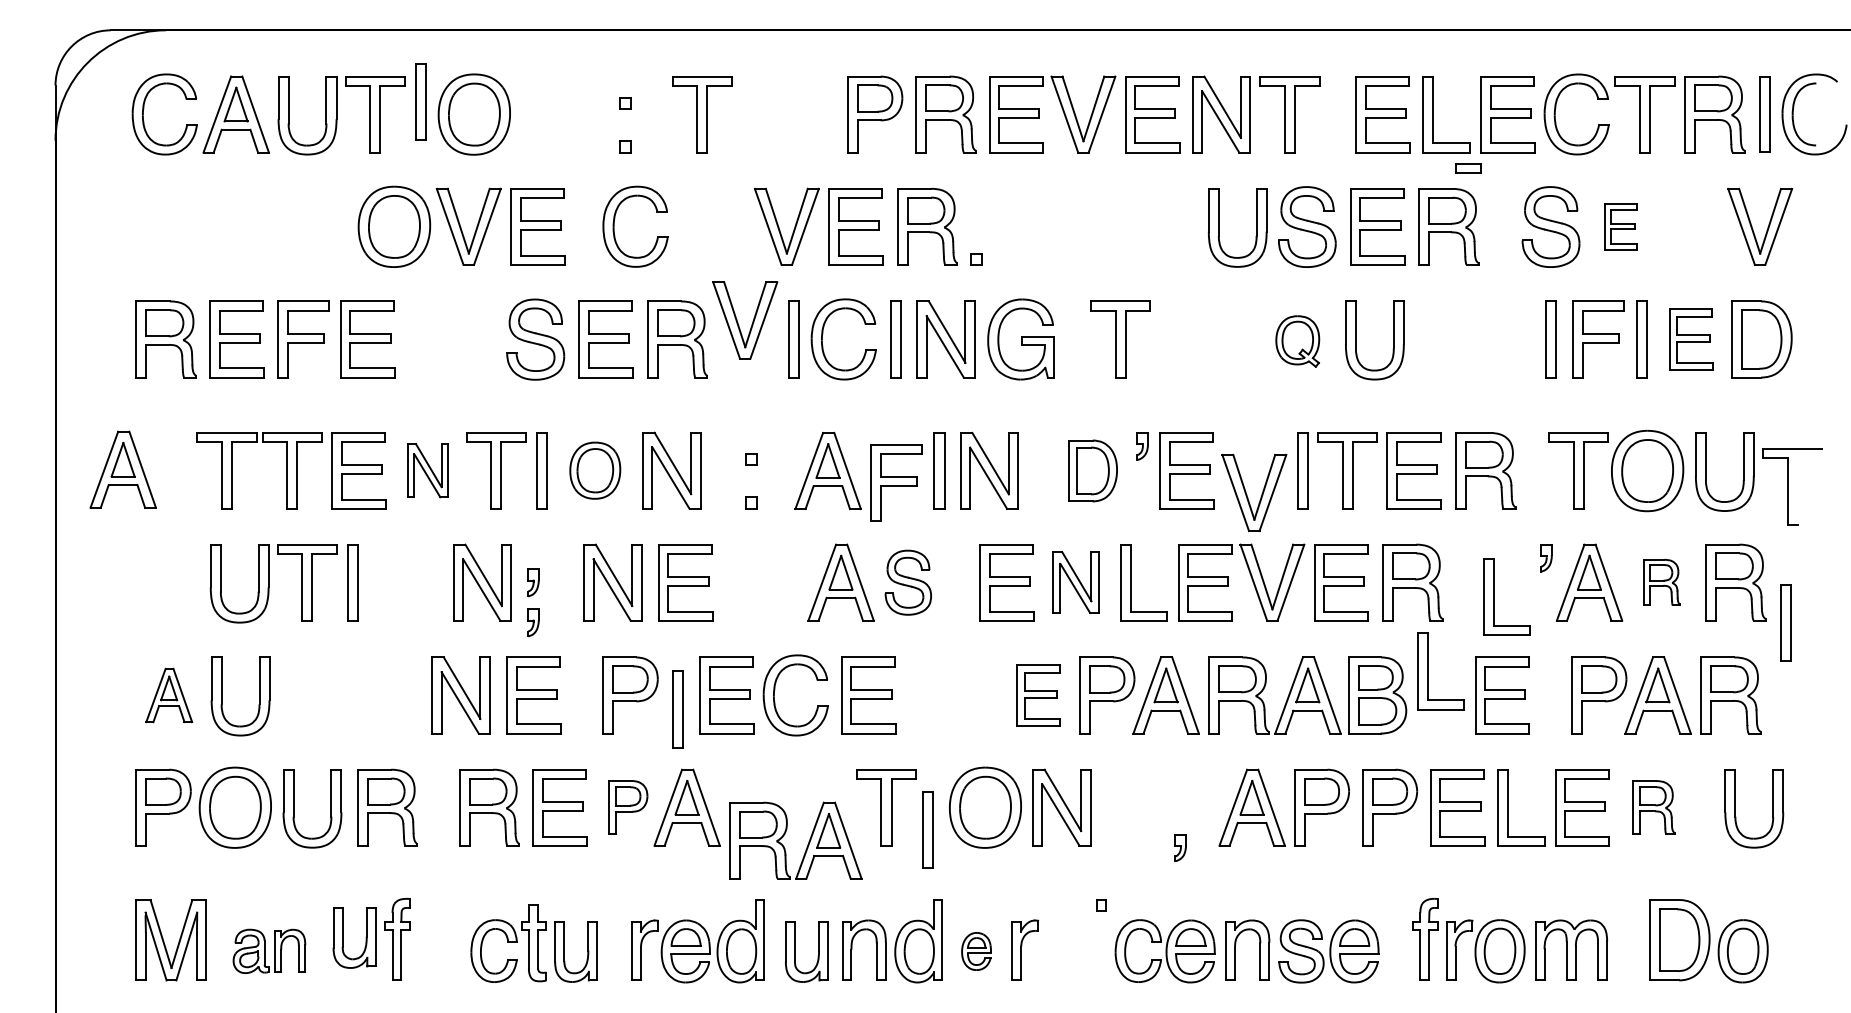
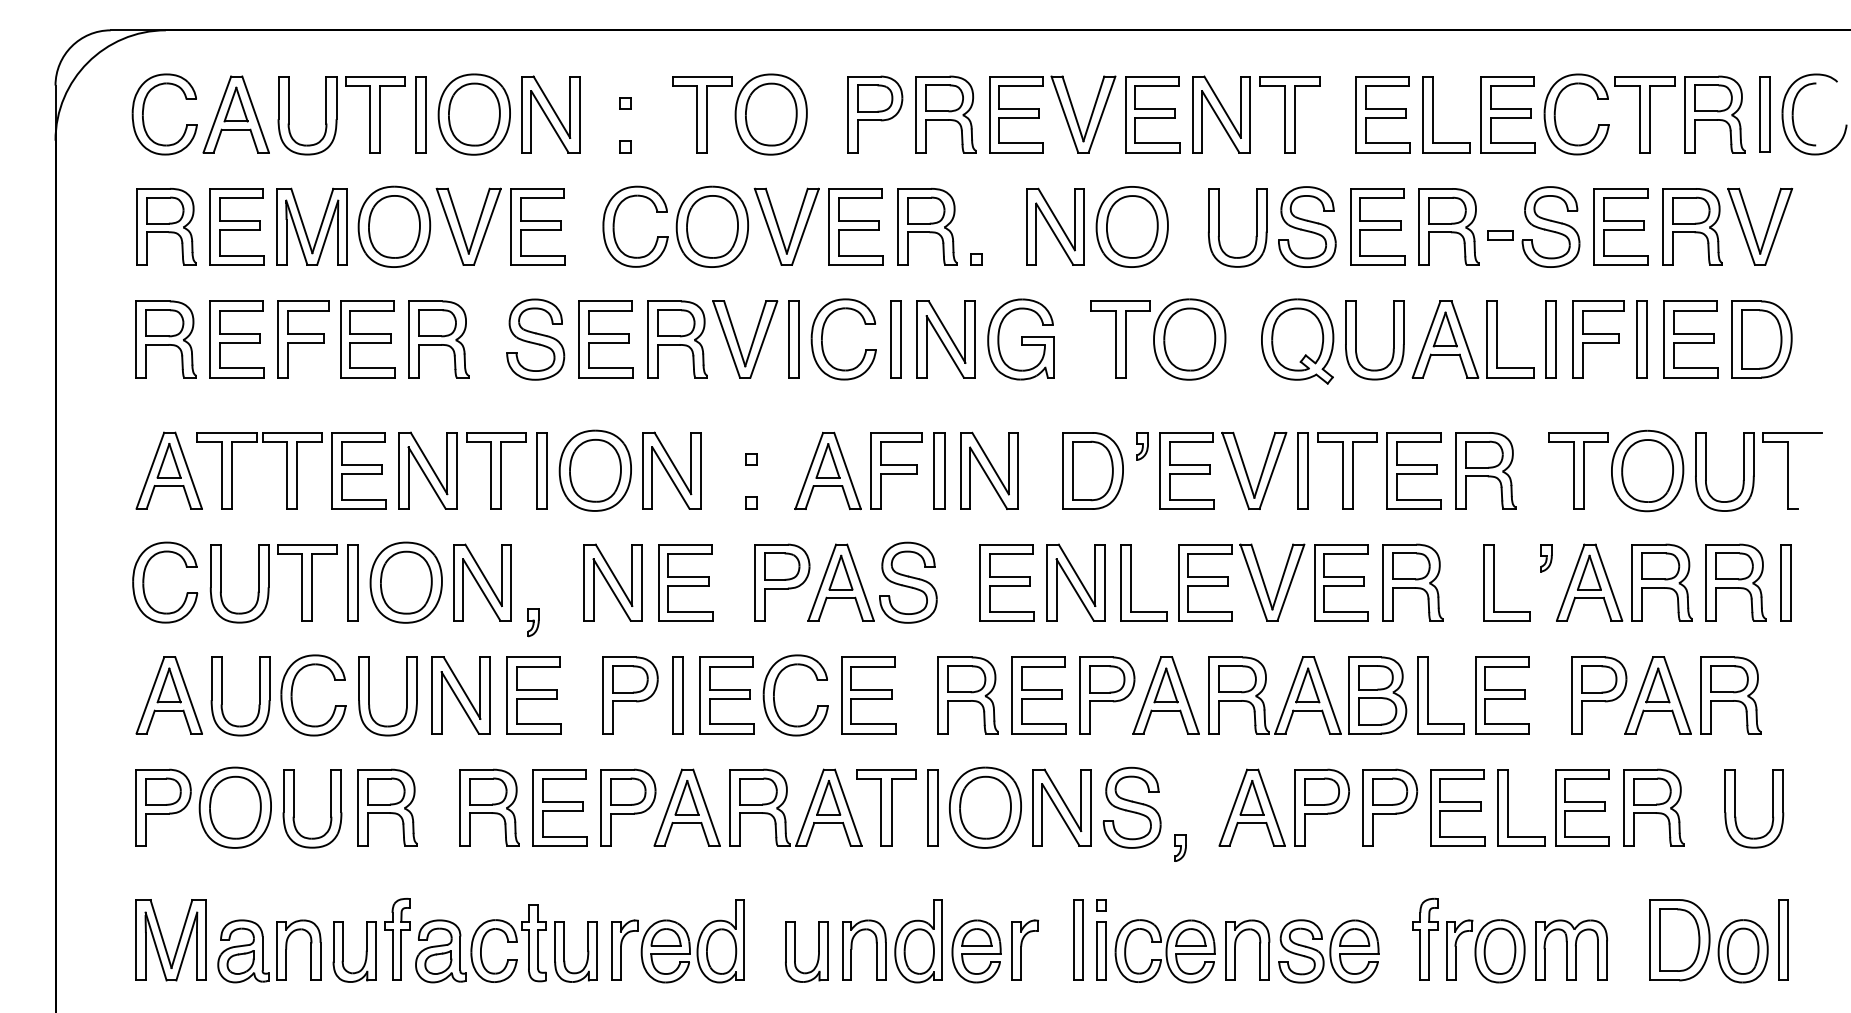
part at (420, 101) position: (420, 101) -> (420, 114)
part at (550, 114): none -> present
part at (770, 114): none -> present
part at (1468, 168) position: (1468, 168) -> (1500, 235)
part at (166, 226): none -> present
part at (236, 226): none -> present
part at (711, 226): none -> present
part at (1055, 226): none -> present
part at (1131, 226): none -> present
part at (1620, 226) size: 34x48 px -> 56x78 px
part at (1692, 226): none -> present
part at (305, 228): none -> present
part at (752, 321) position: (752, 321) -> (752, 340)
part at (438, 339): none -> present
part at (1189, 339): none -> present
part at (1691, 339) size: 45x63 px -> 56x79 px
part at (1466, 340): none -> present
part at (1297, 341) size: 46x53 px -> 74x87 px
part at (122, 469) position: (122, 469) -> (168, 470)
part at (427, 470) size: 42x56 px -> 60x79 px
part at (595, 470) size: 53x59 px -> 74x83 px
part at (1092, 470) size: 50x64 px -> 62x78 px
part at (896, 482) position: (896, 482) -> (896, 470)
part at (1792, 486) position: (1792, 486) -> (1792, 470)
part at (1261, 493) position: (1261, 493) -> (1261, 471)
part at (1661, 581) size: 38x48 px -> 62x79 px
part at (144, 582): none -> present
part at (405, 582): none -> present
part at (533, 582): present -> none
part at (782, 582): none -> present
part at (907, 582) size: 48x67 px -> 59x83 px
part at (1075, 582) size: 48x63 px -> 60x79 px
part at (1494, 596) position: (1494, 596) -> (1494, 582)
part at (1785, 622) position: (1785, 622) -> (1785, 582)
part at (1428, 671) position: (1428, 671) -> (1428, 695)
part at (169, 695) size: 49x57 px -> 68x79 px
part at (292, 695): none -> present
part at (967, 695): none -> present
part at (1038, 695) size: 45x63 px -> 56x79 px
part at (369, 696): none -> present
part at (677, 709) position: (677, 709) -> (677, 695)
part at (628, 807) size: 41x55 px -> 57x79 px
part at (1131, 807): none -> present
part at (1653, 807) size: 44x55 px -> 62x79 px
part at (927, 829) position: (927, 829) -> (932, 807)
part at (785, 834) position: (785, 834) -> (785, 801)
part at (343, 937) position: (343, 937) -> (343, 951)
part at (1078, 939): none -> present
part at (1783, 939): none -> present
part at (697, 941) position: (697, 941) -> (677, 941)
part at (269, 950) size: 75x46 px -> 105x65 px
part at (1101, 950): none -> present
part at (440, 951): none -> present
part at (976, 951) size: 31x39 px -> 51x65 px
